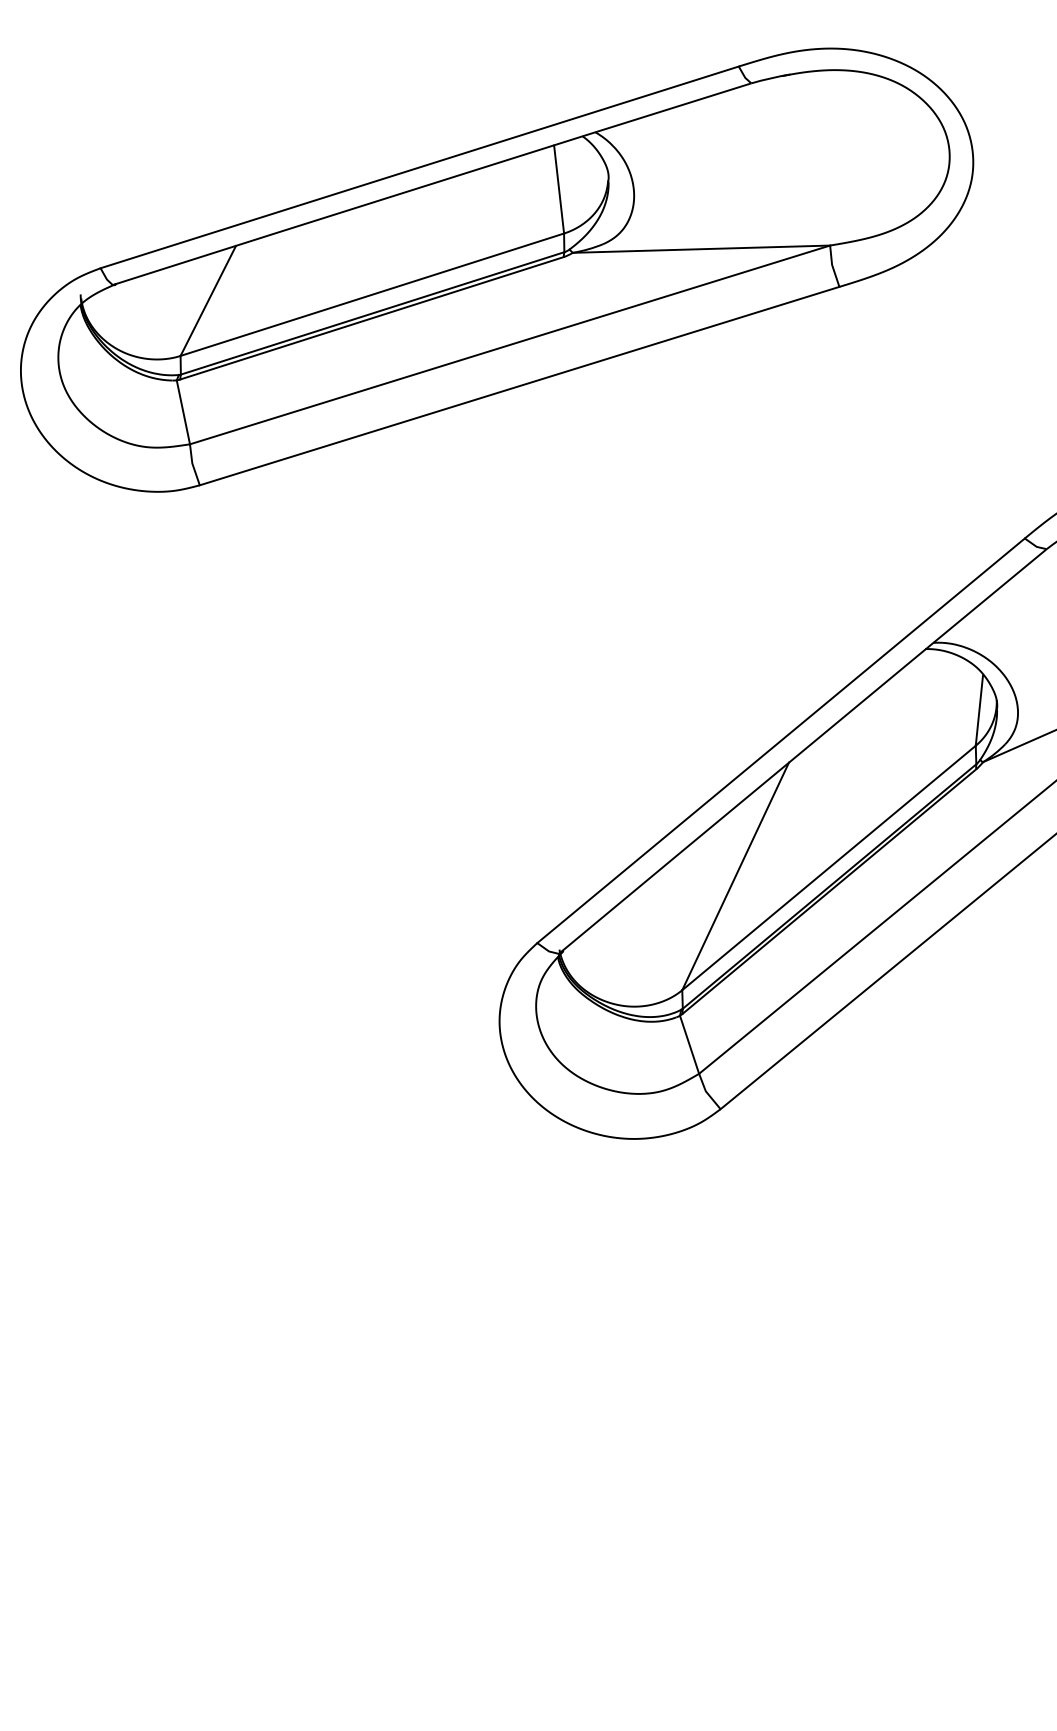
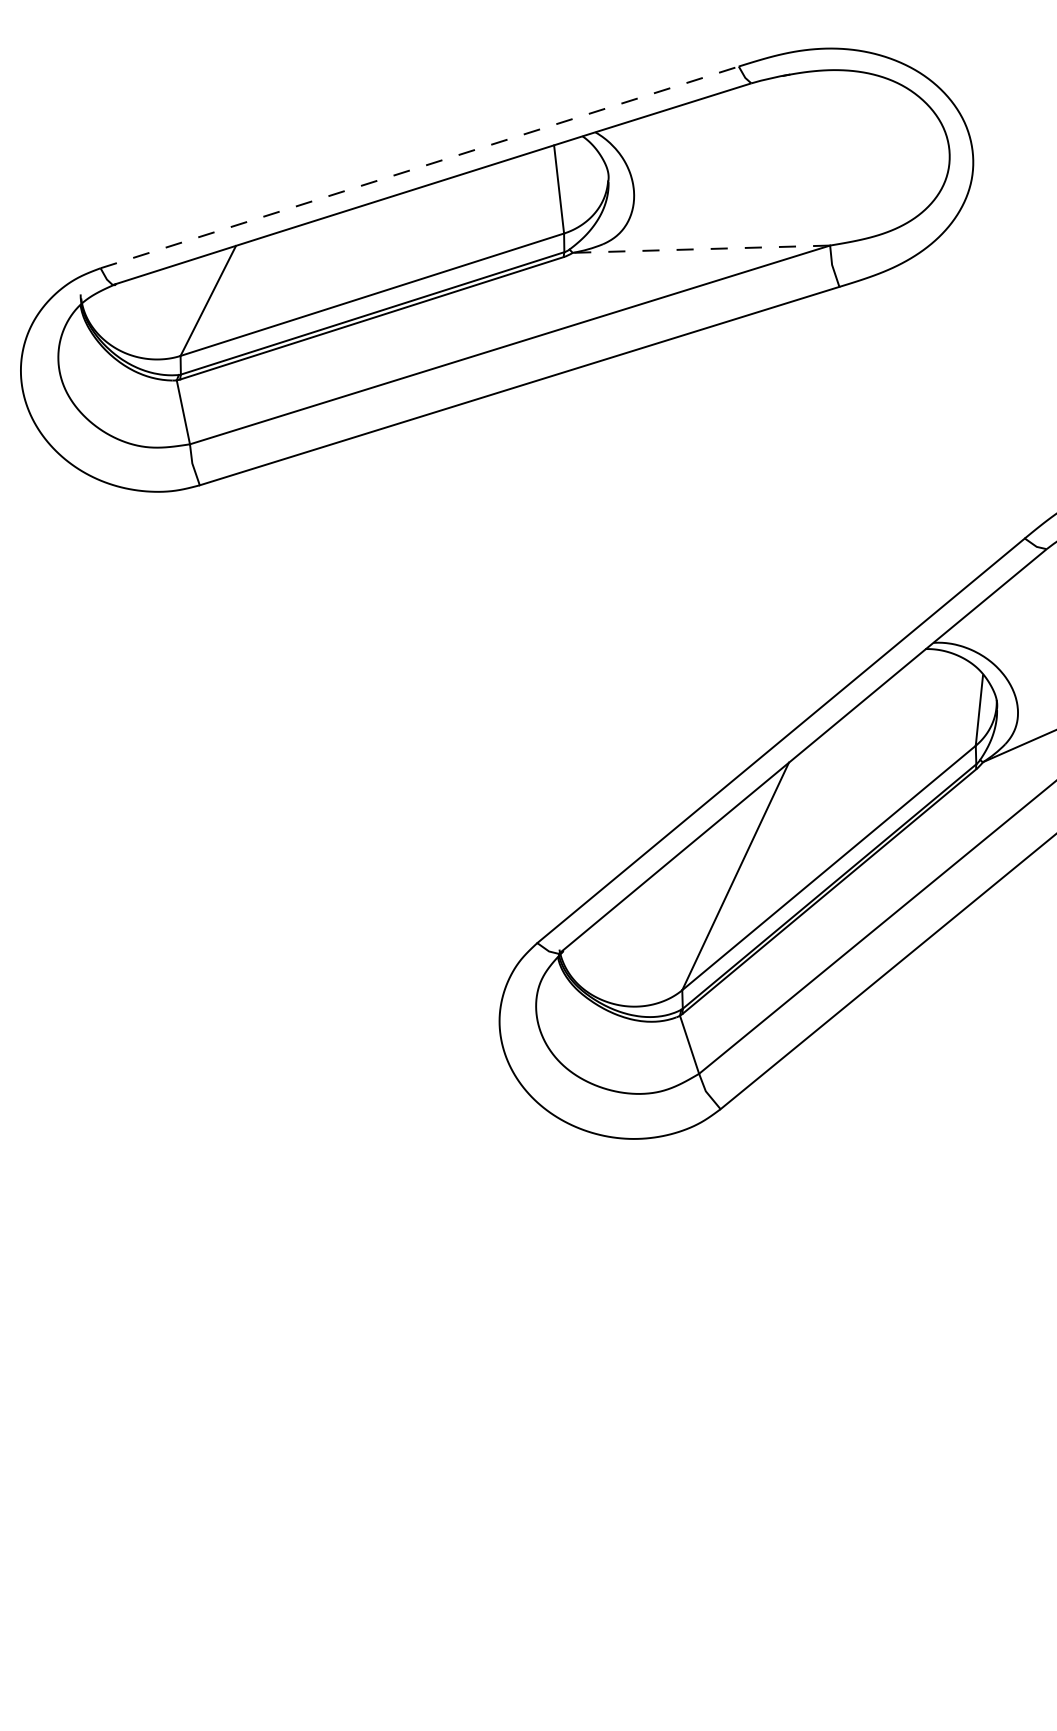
line at (419, 167): solid -> dashed
line at (701, 249): solid -> dashed
